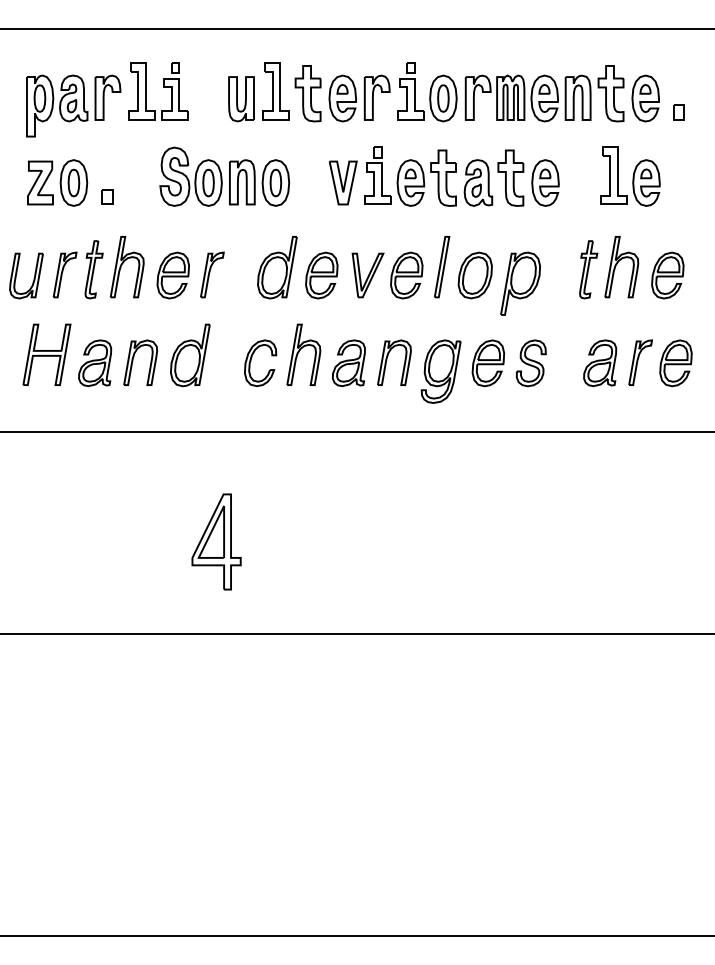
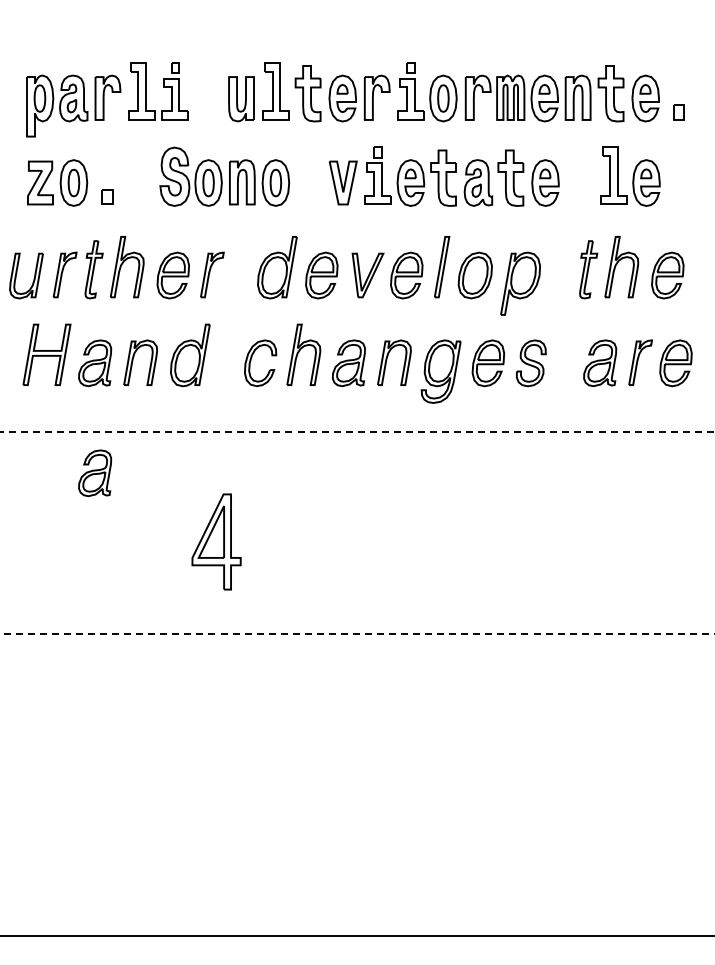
line at (356, 28): present -> none
line at (358, 432): solid -> dashed
part at (95, 473): none -> present
line at (357, 633): solid -> dashed
